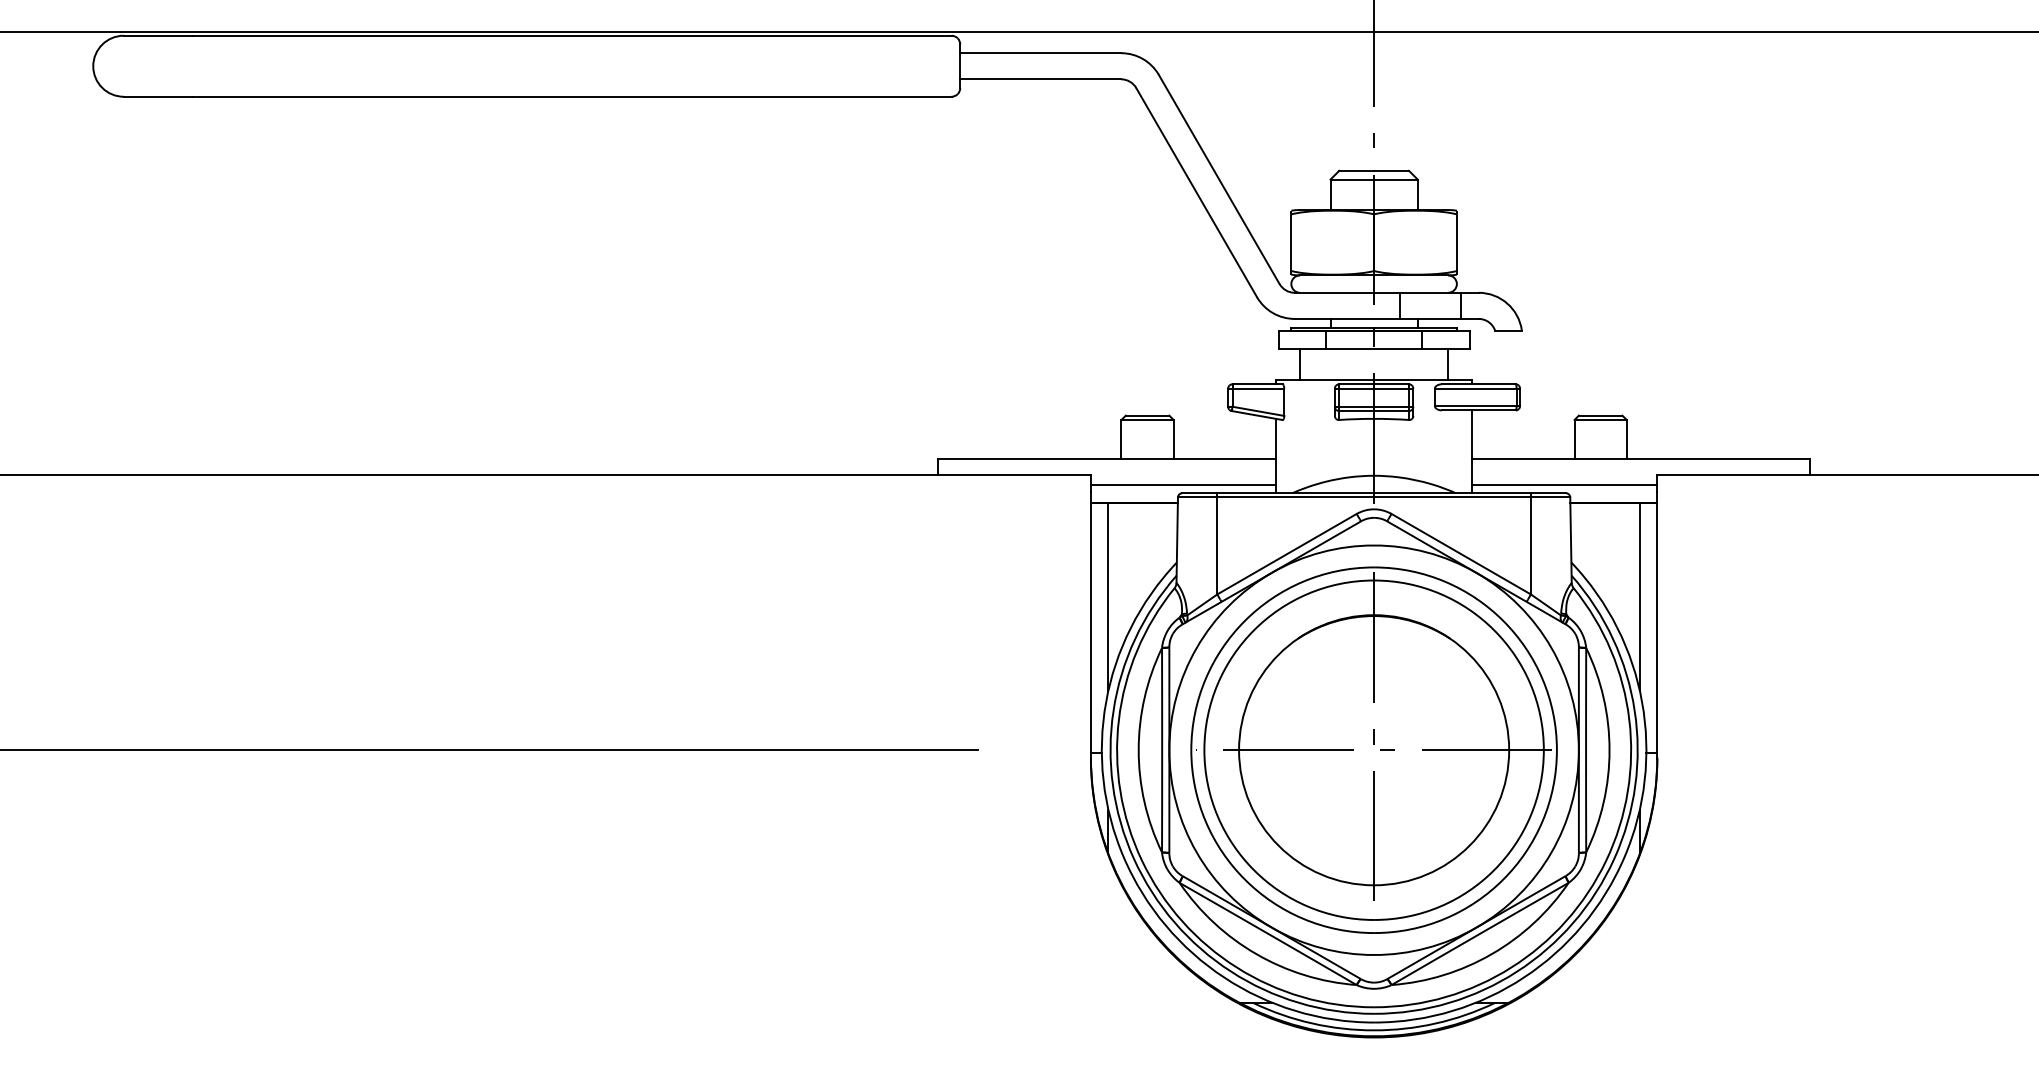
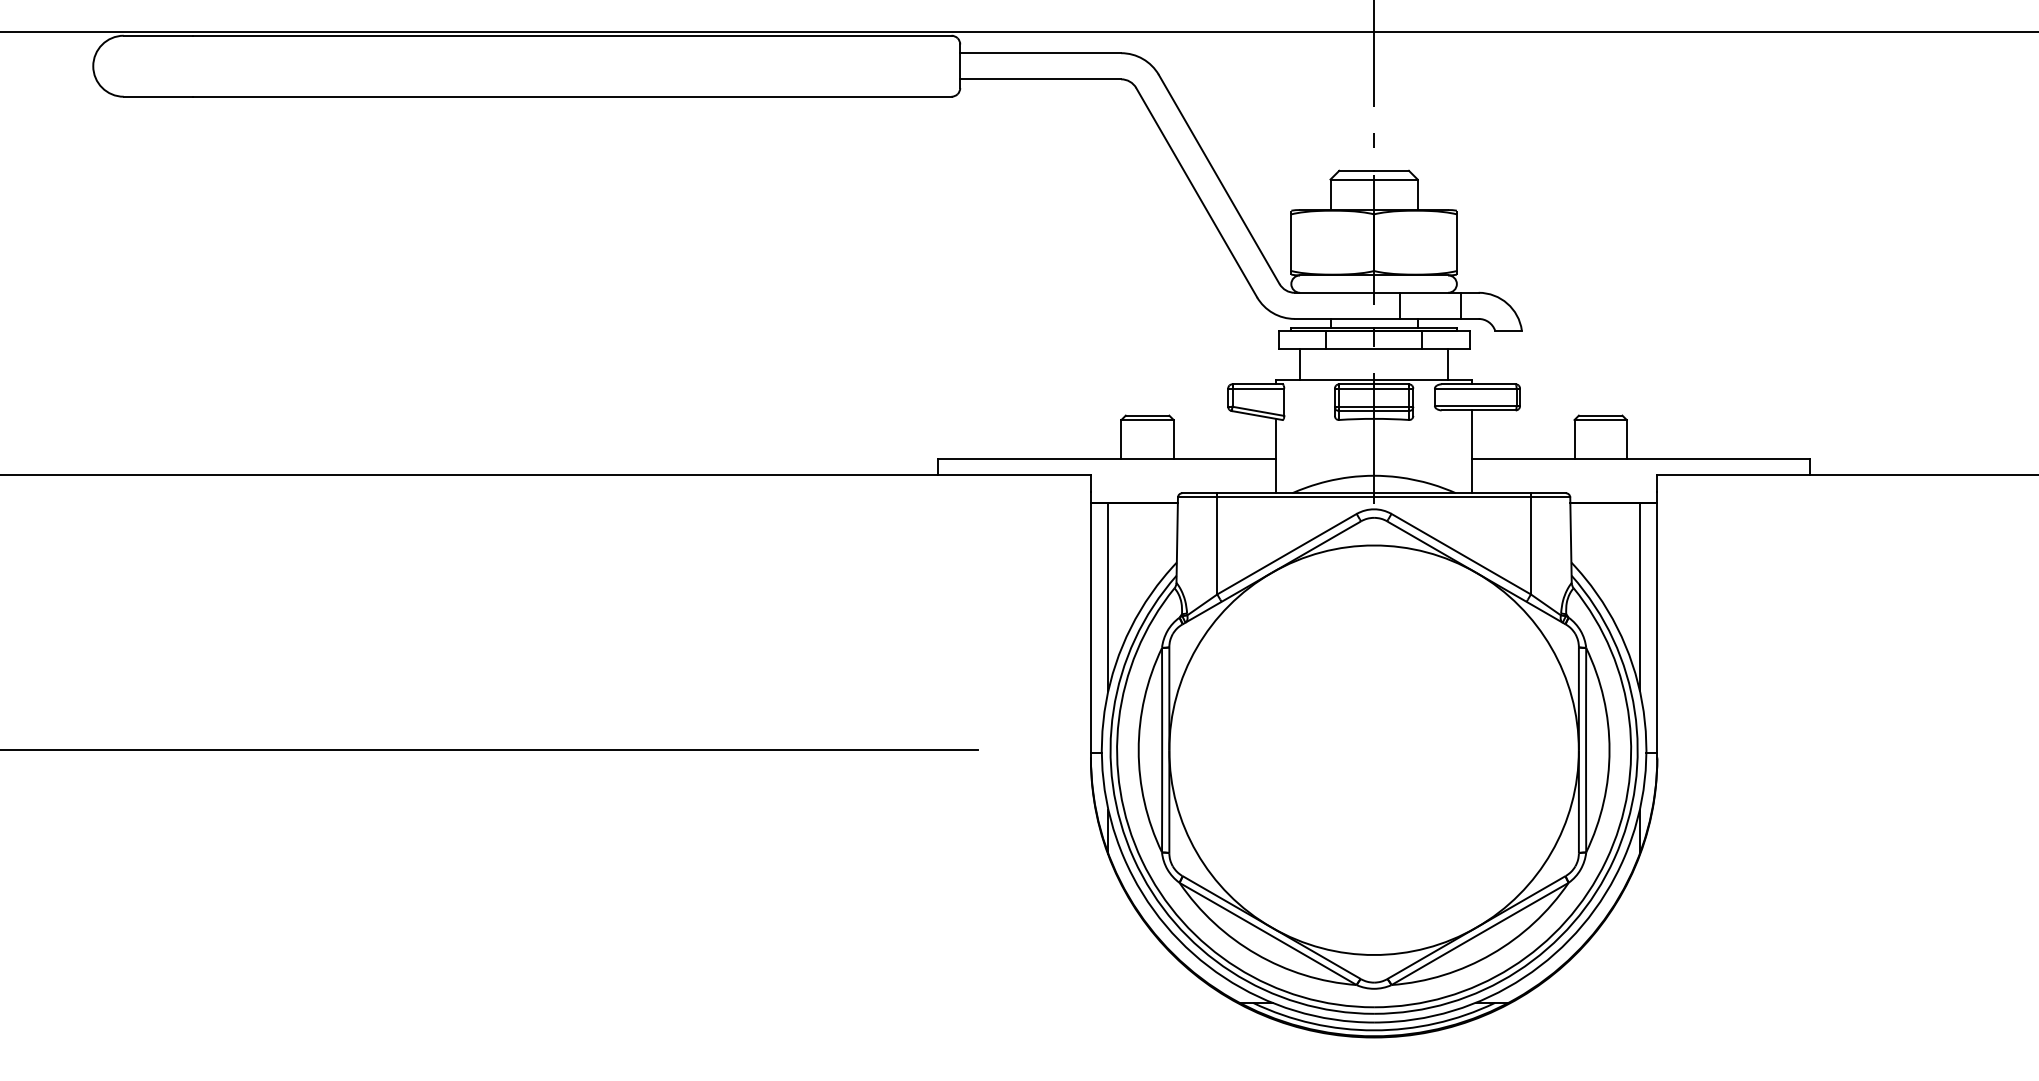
line at (1183, 485): present -> none
line at (1564, 485): present -> none
part at (1373, 749): present -> none
